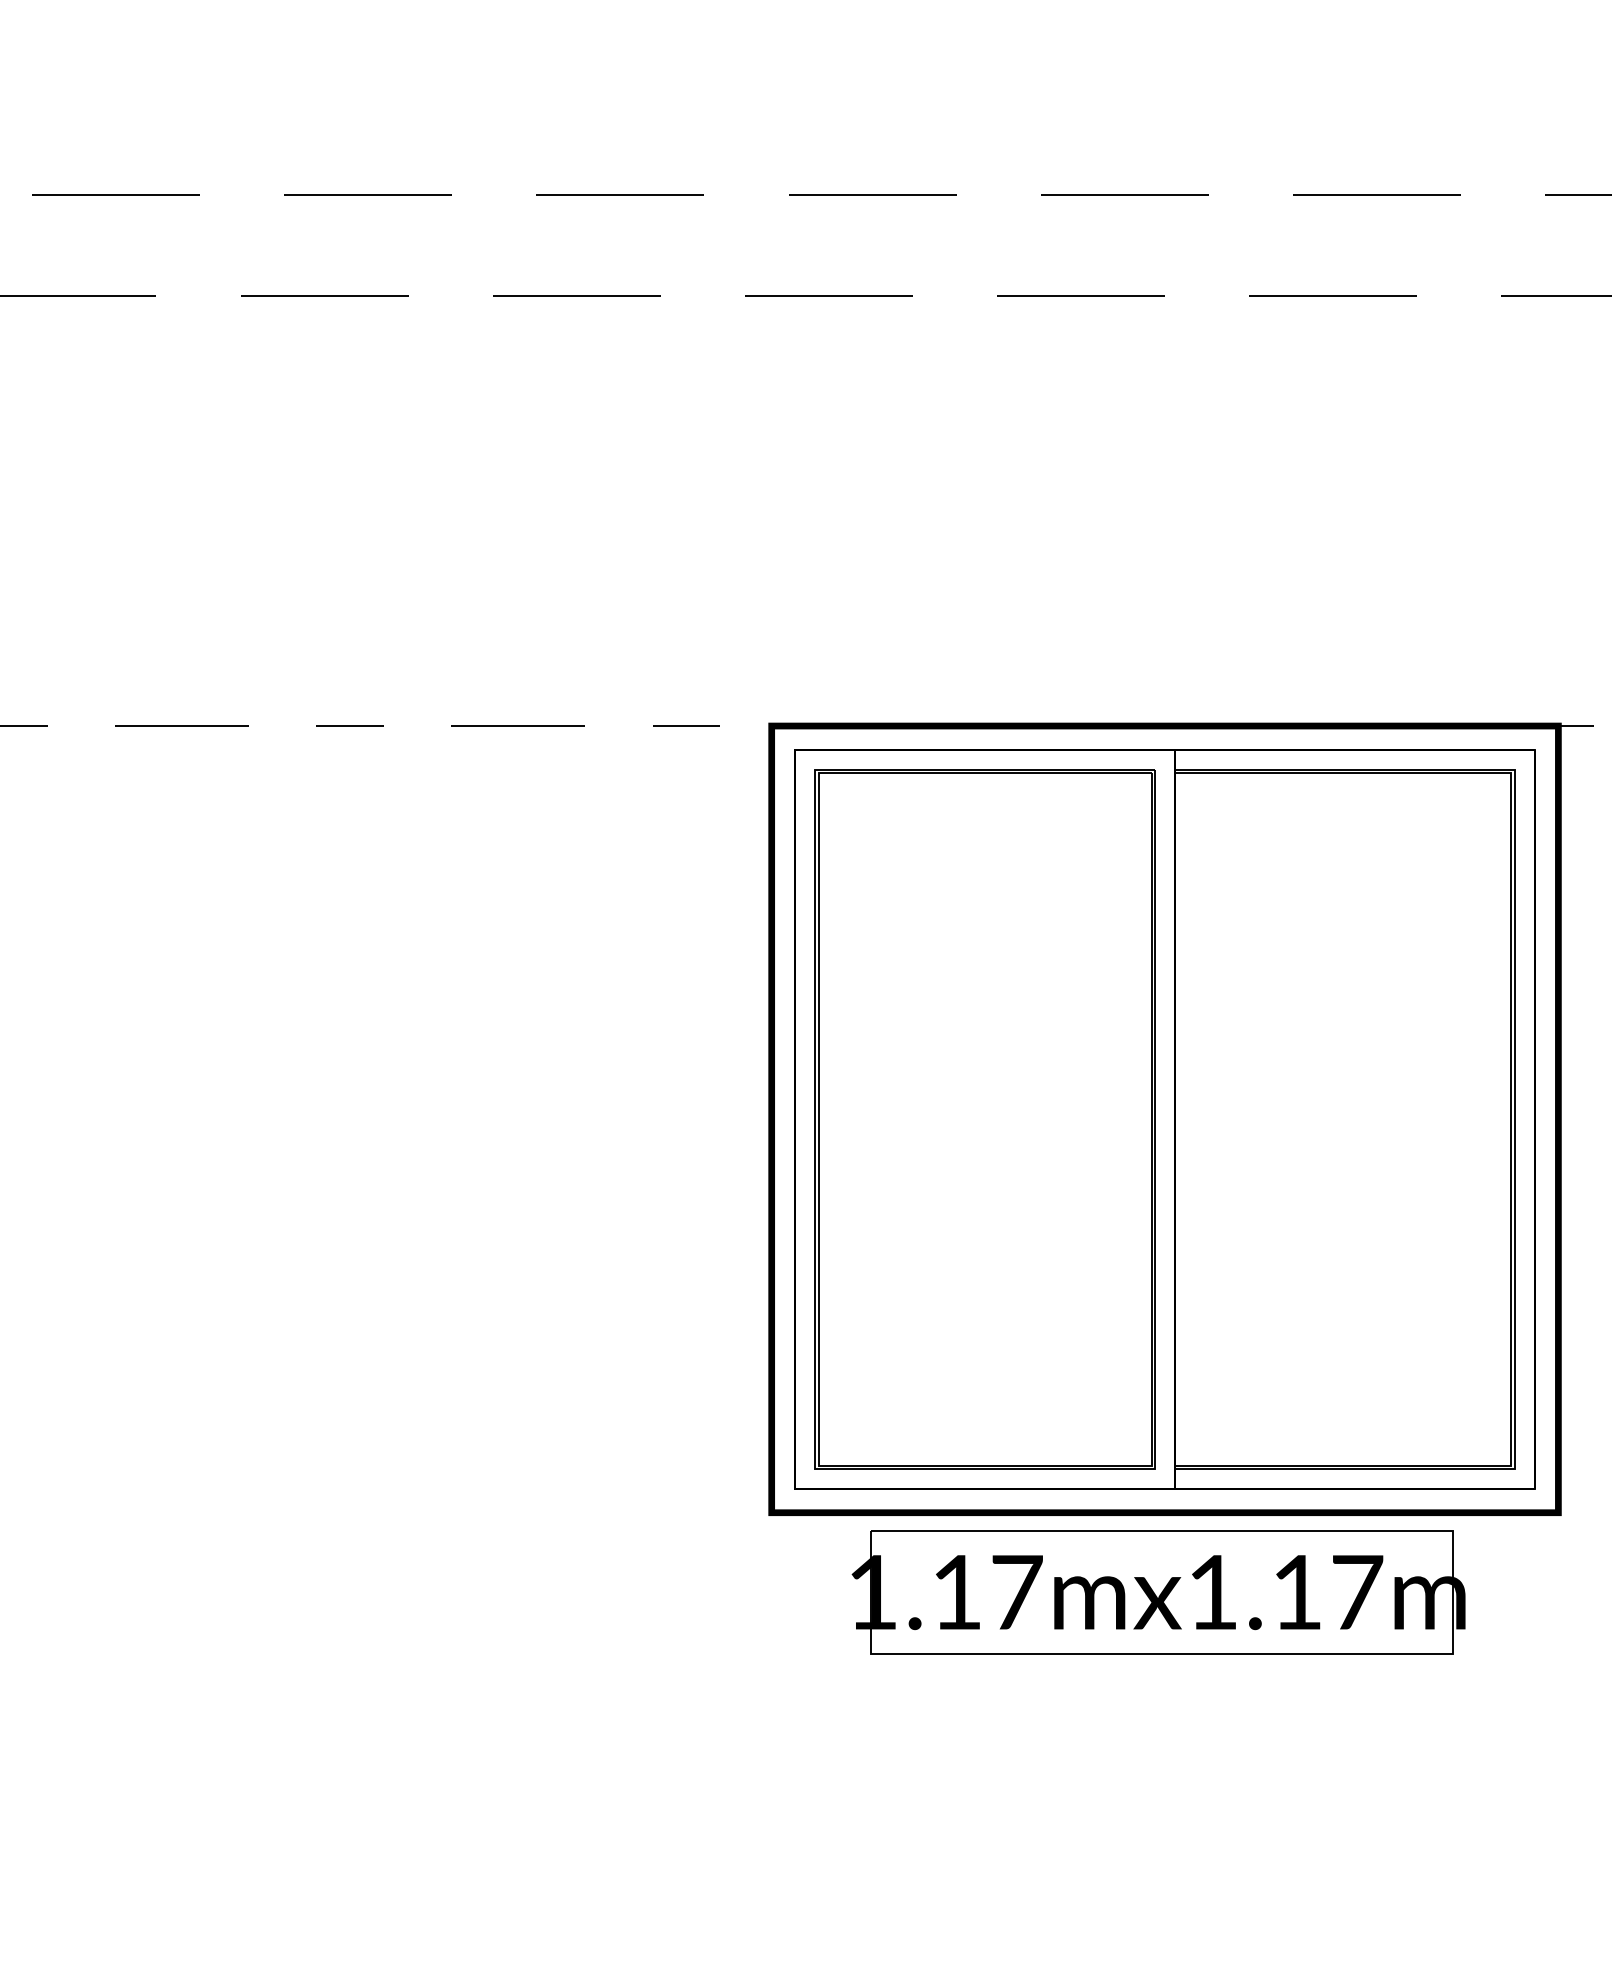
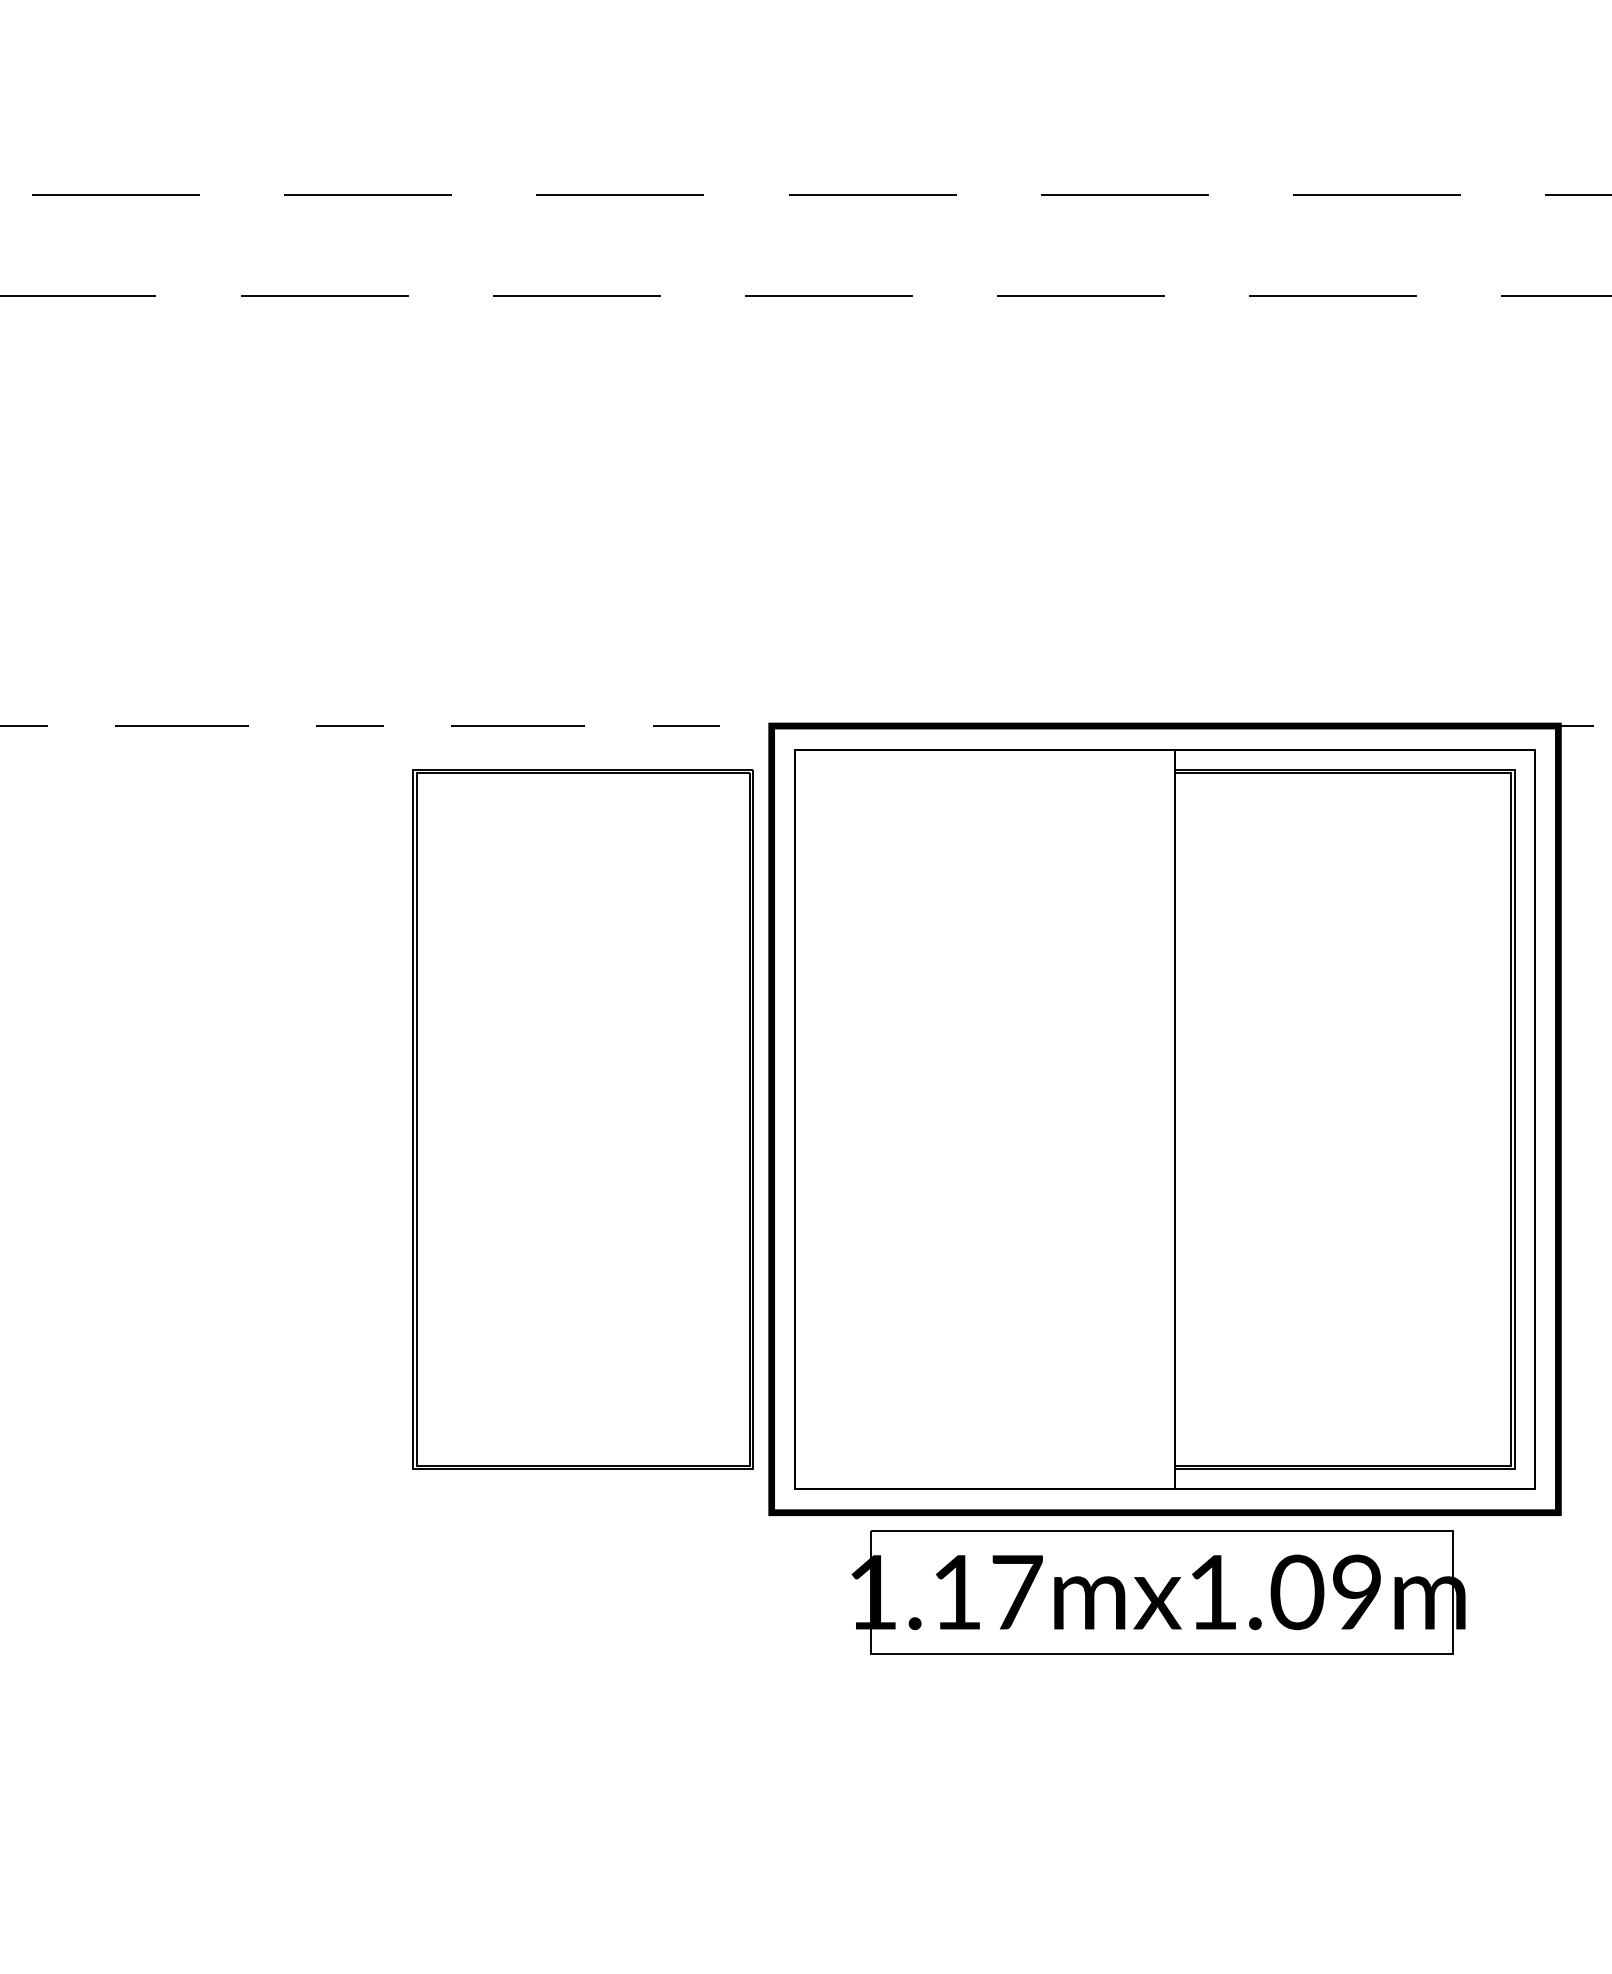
part at (984, 1119) position: (984, 1119) -> (582, 1119)
text at (1326, 1592): 1.17mx1.17m -> 1.17mx1.09m
